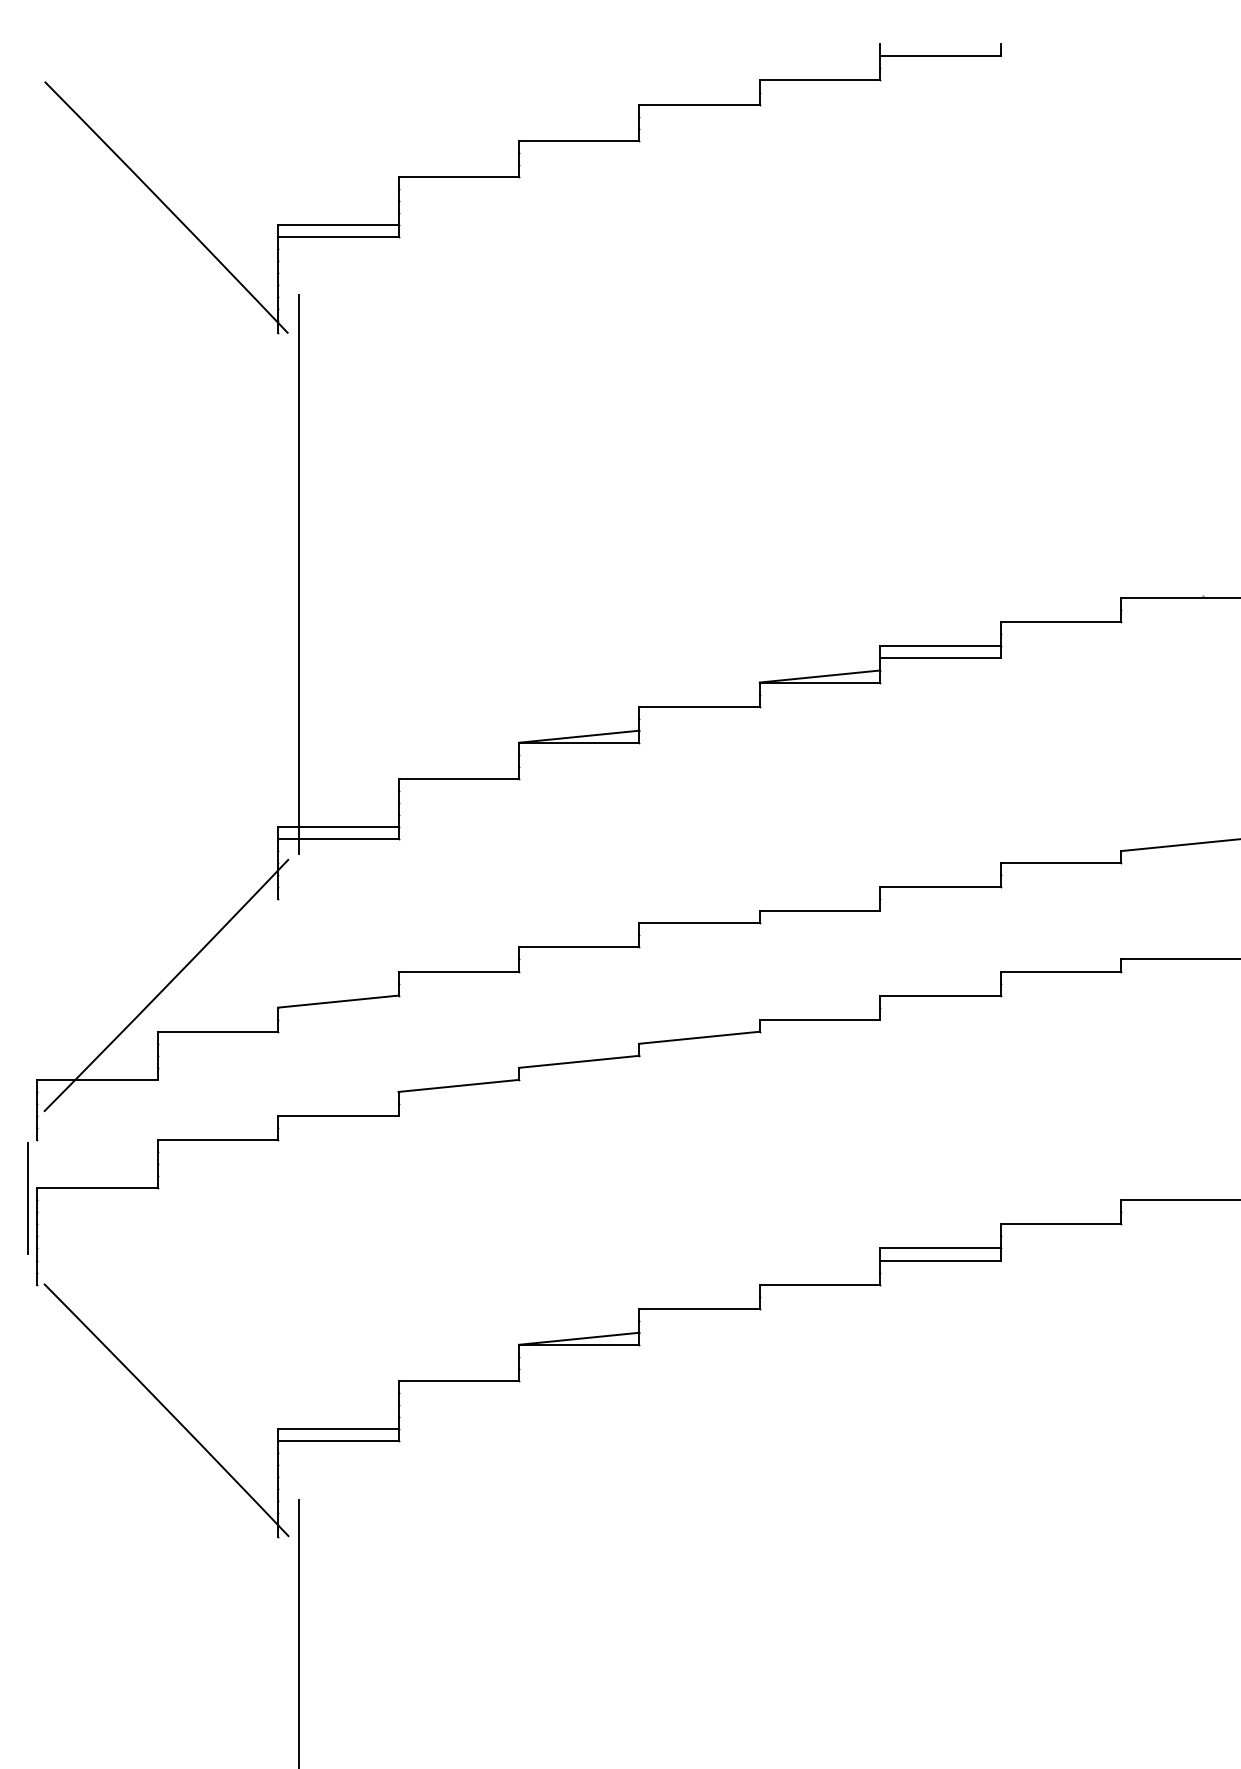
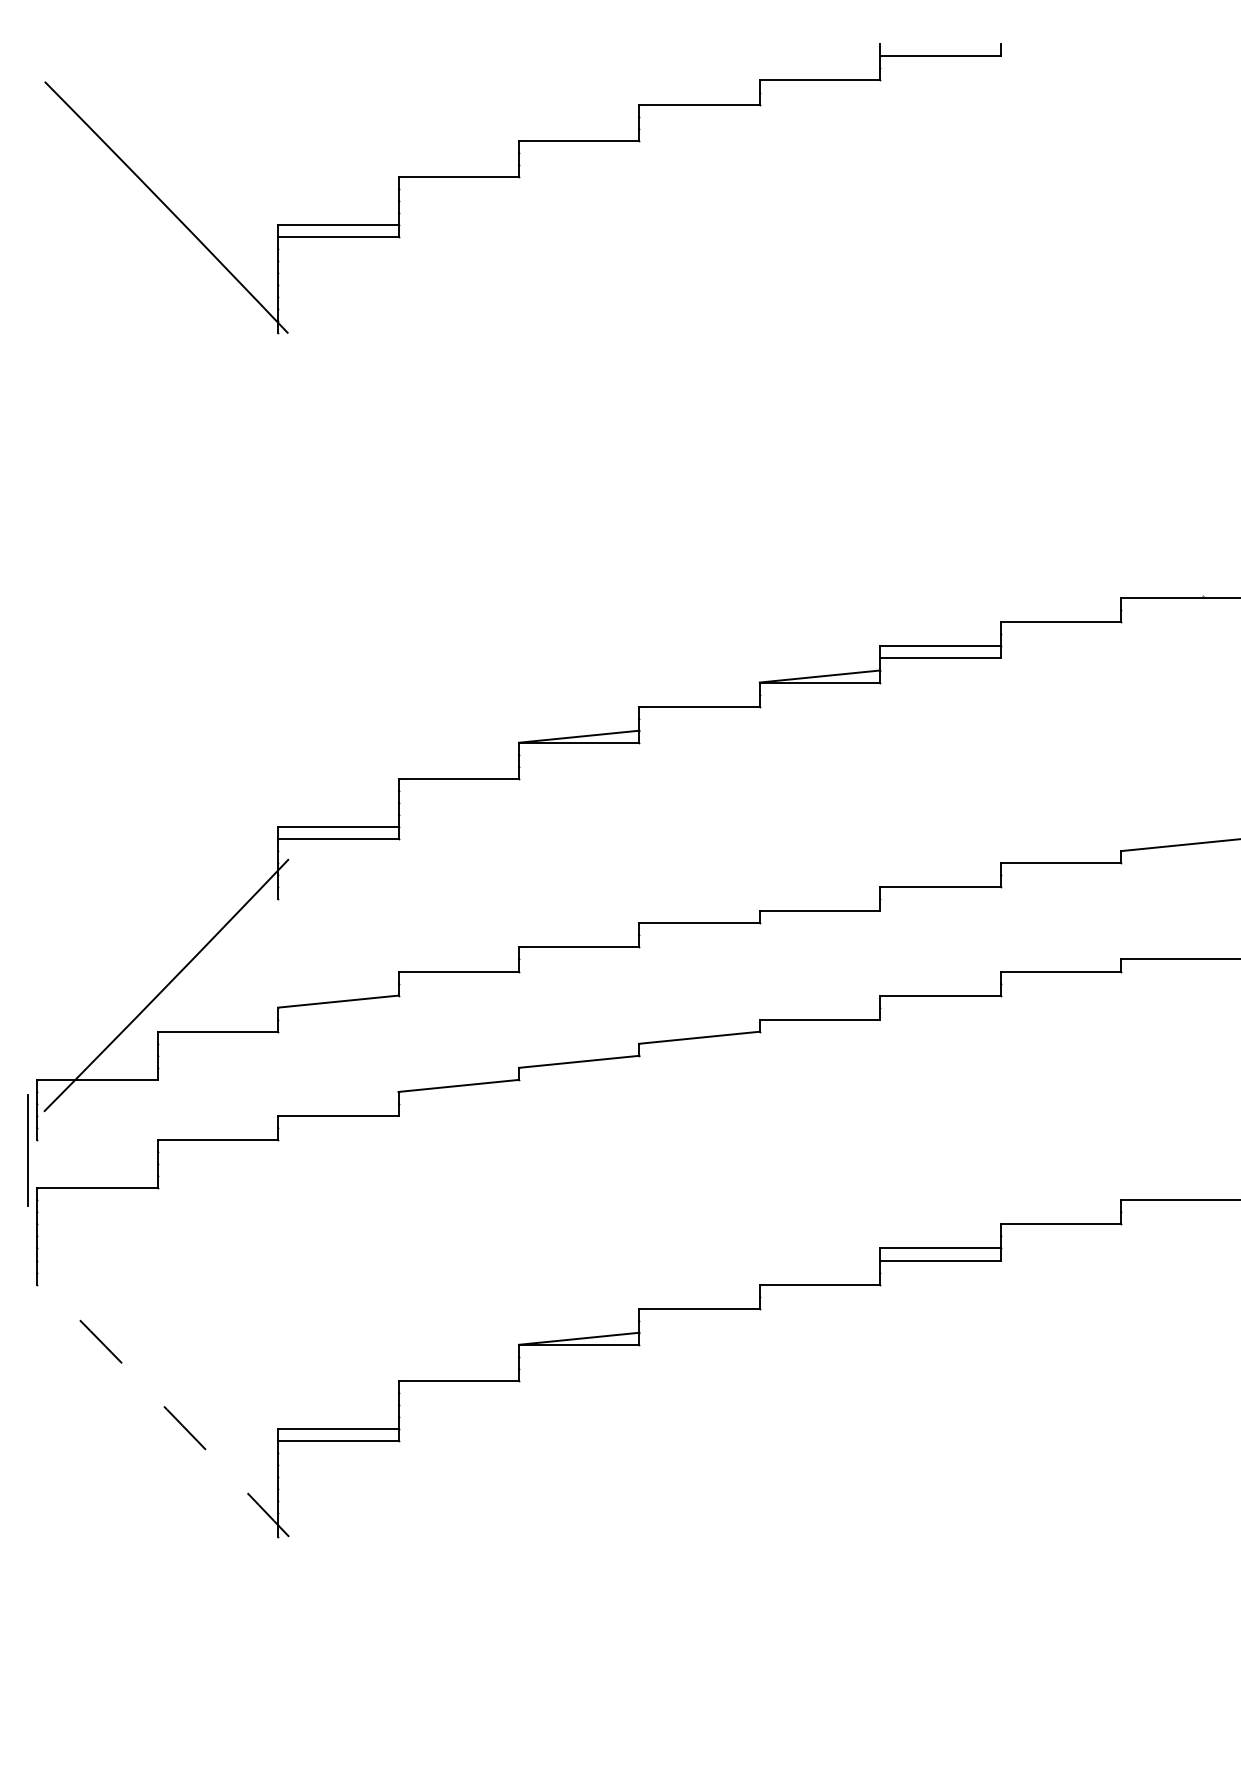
line at (298, 574): present -> none
line at (27, 1198) position: (27, 1198) -> (27, 1150)
arc at (167, 1409): solid -> dashed
line at (298, 1632): present -> none
